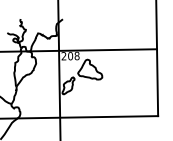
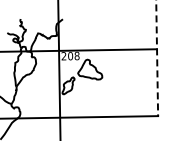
line at (157, 58): solid -> dashed
